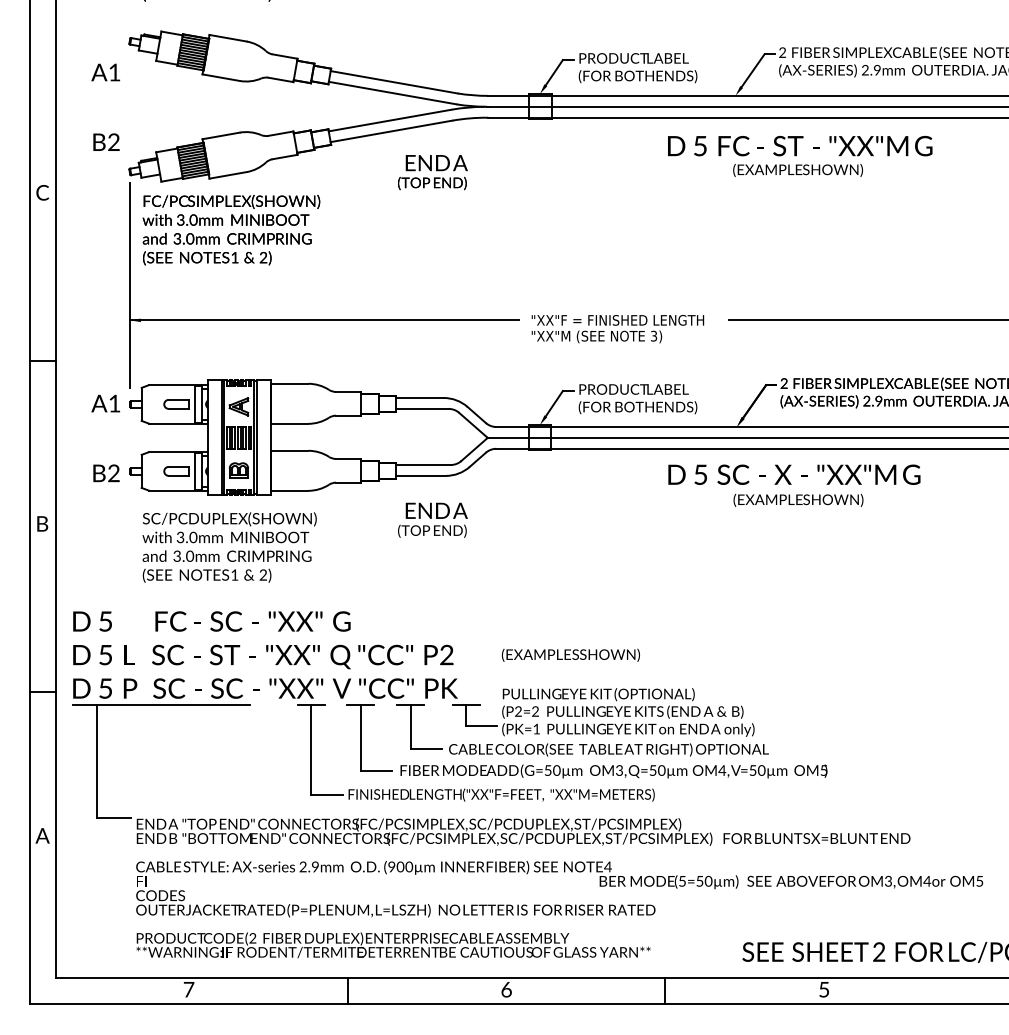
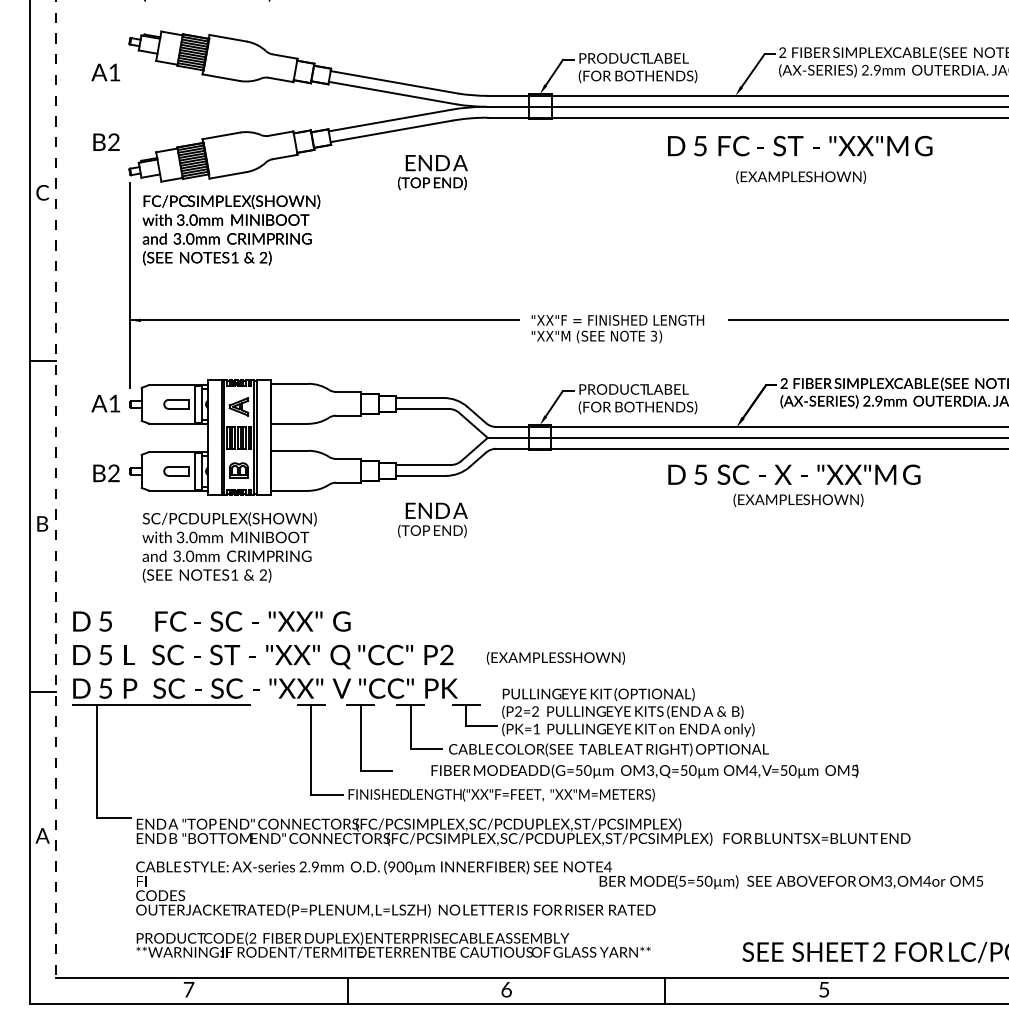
text at (797, 170) position: (797, 170) -> (800, 177)
line at (55, 489): solid -> dashed
text at (570, 654) position: (570, 654) -> (555, 657)
text at (613, 771) position: (613, 771) -> (644, 771)
